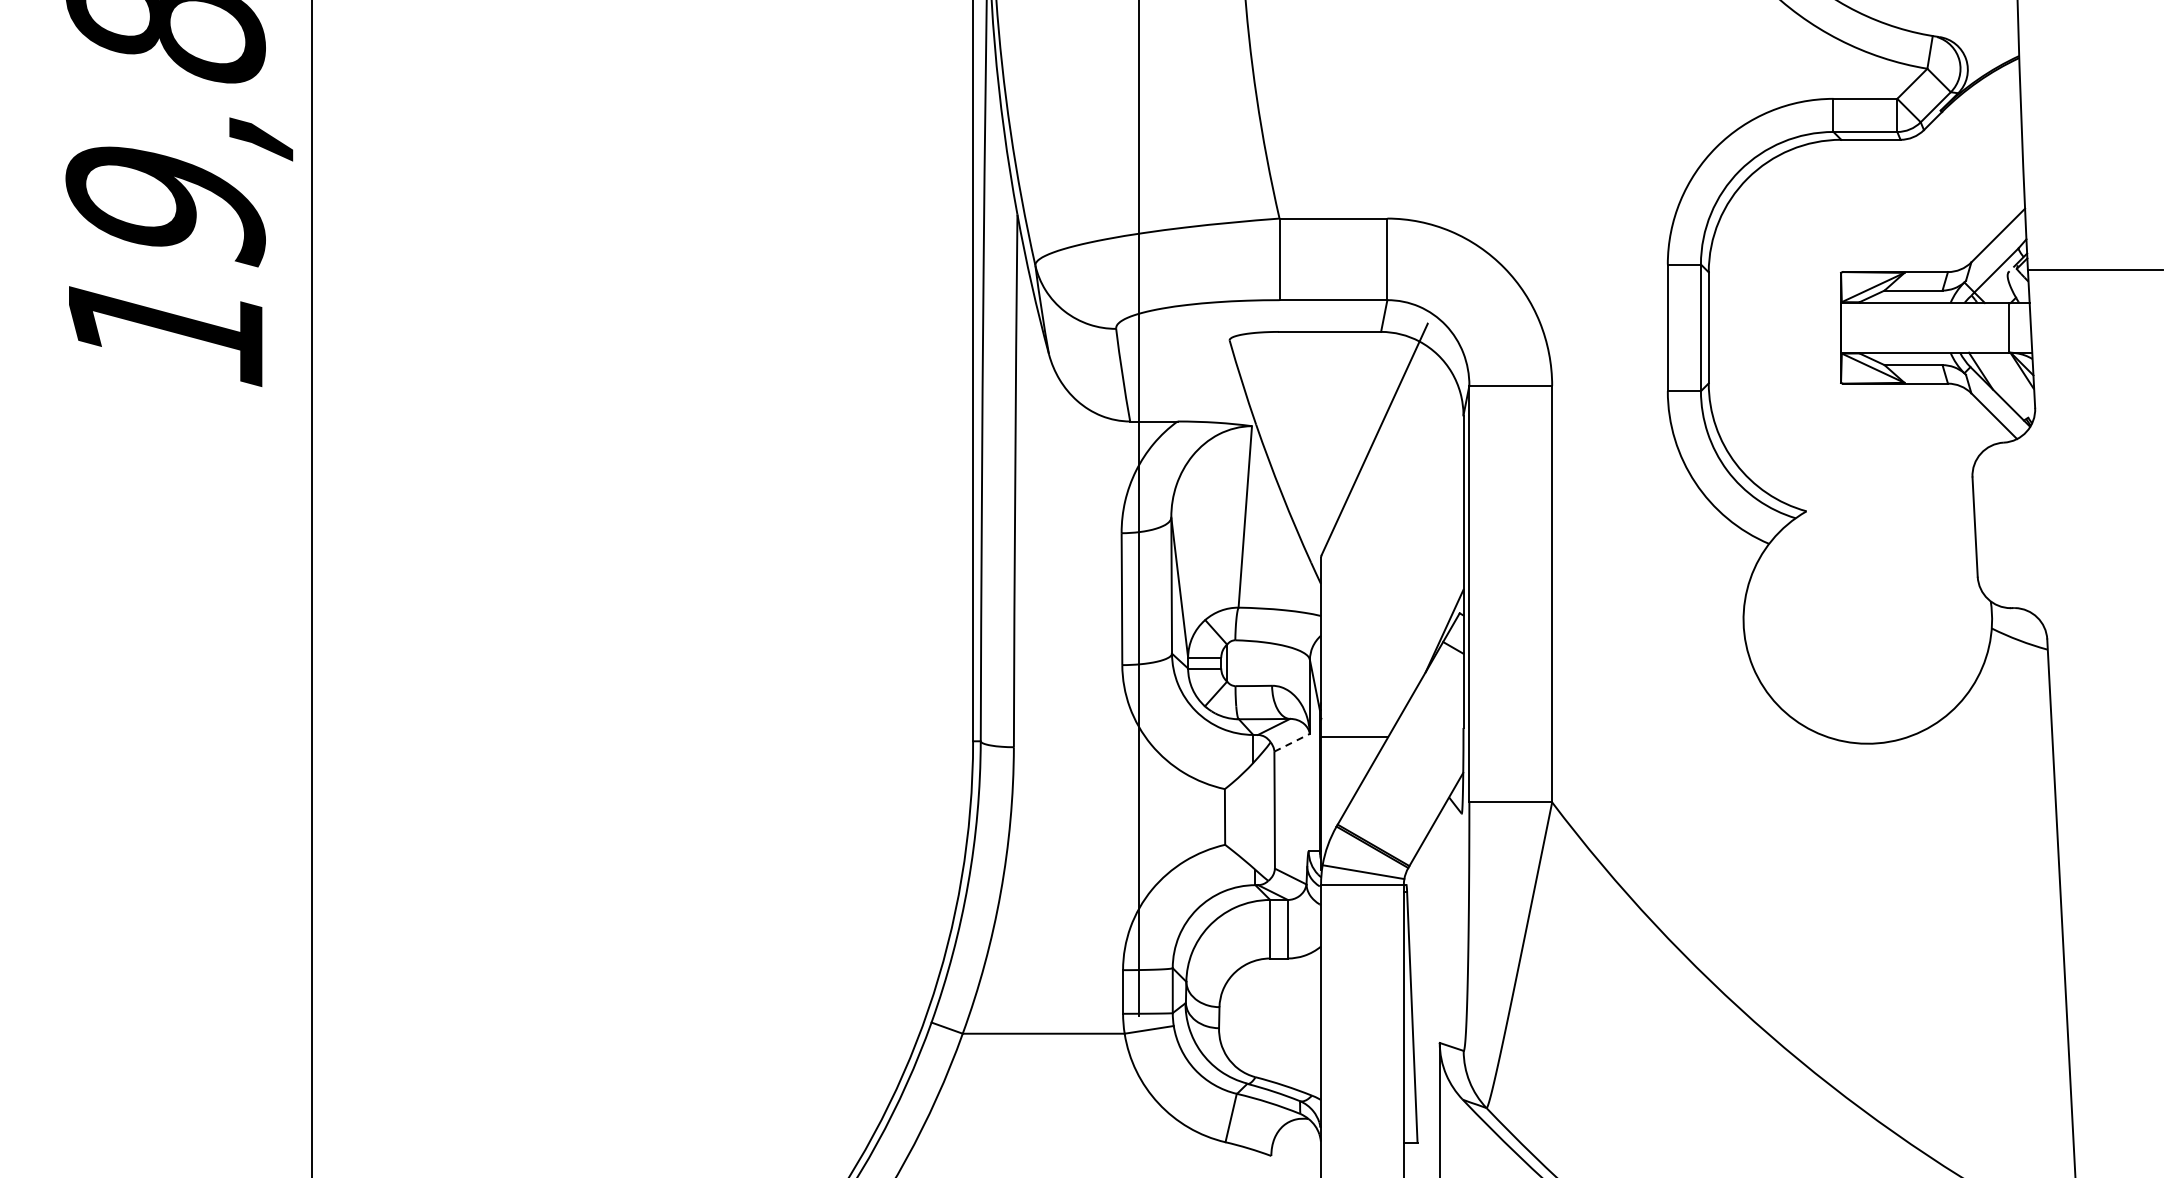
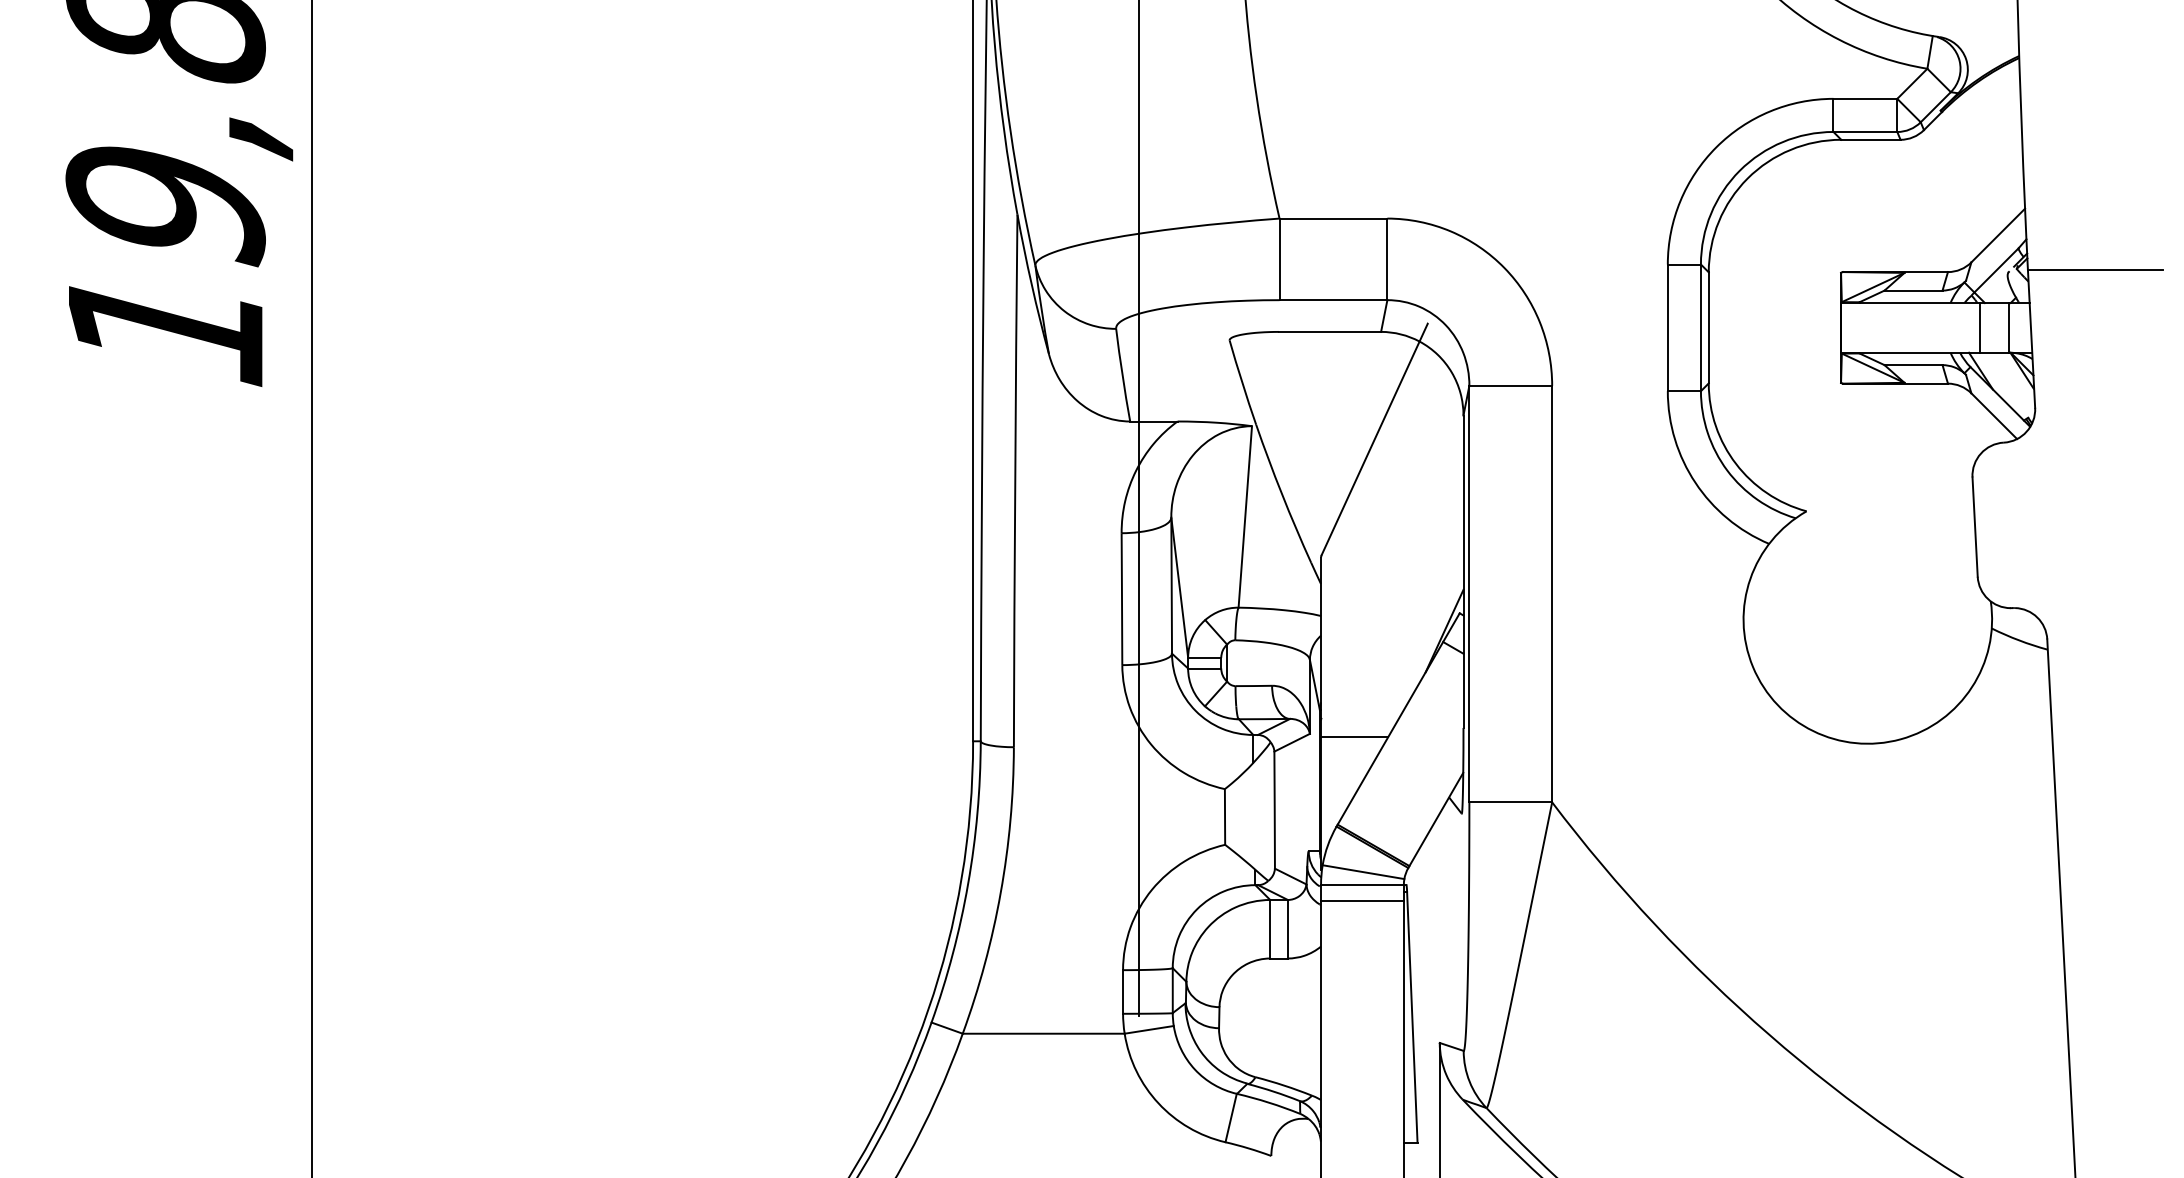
line at (1979, 327): none -> present
line at (1292, 742): dashed -> solid
line at (1362, 901): none -> present
